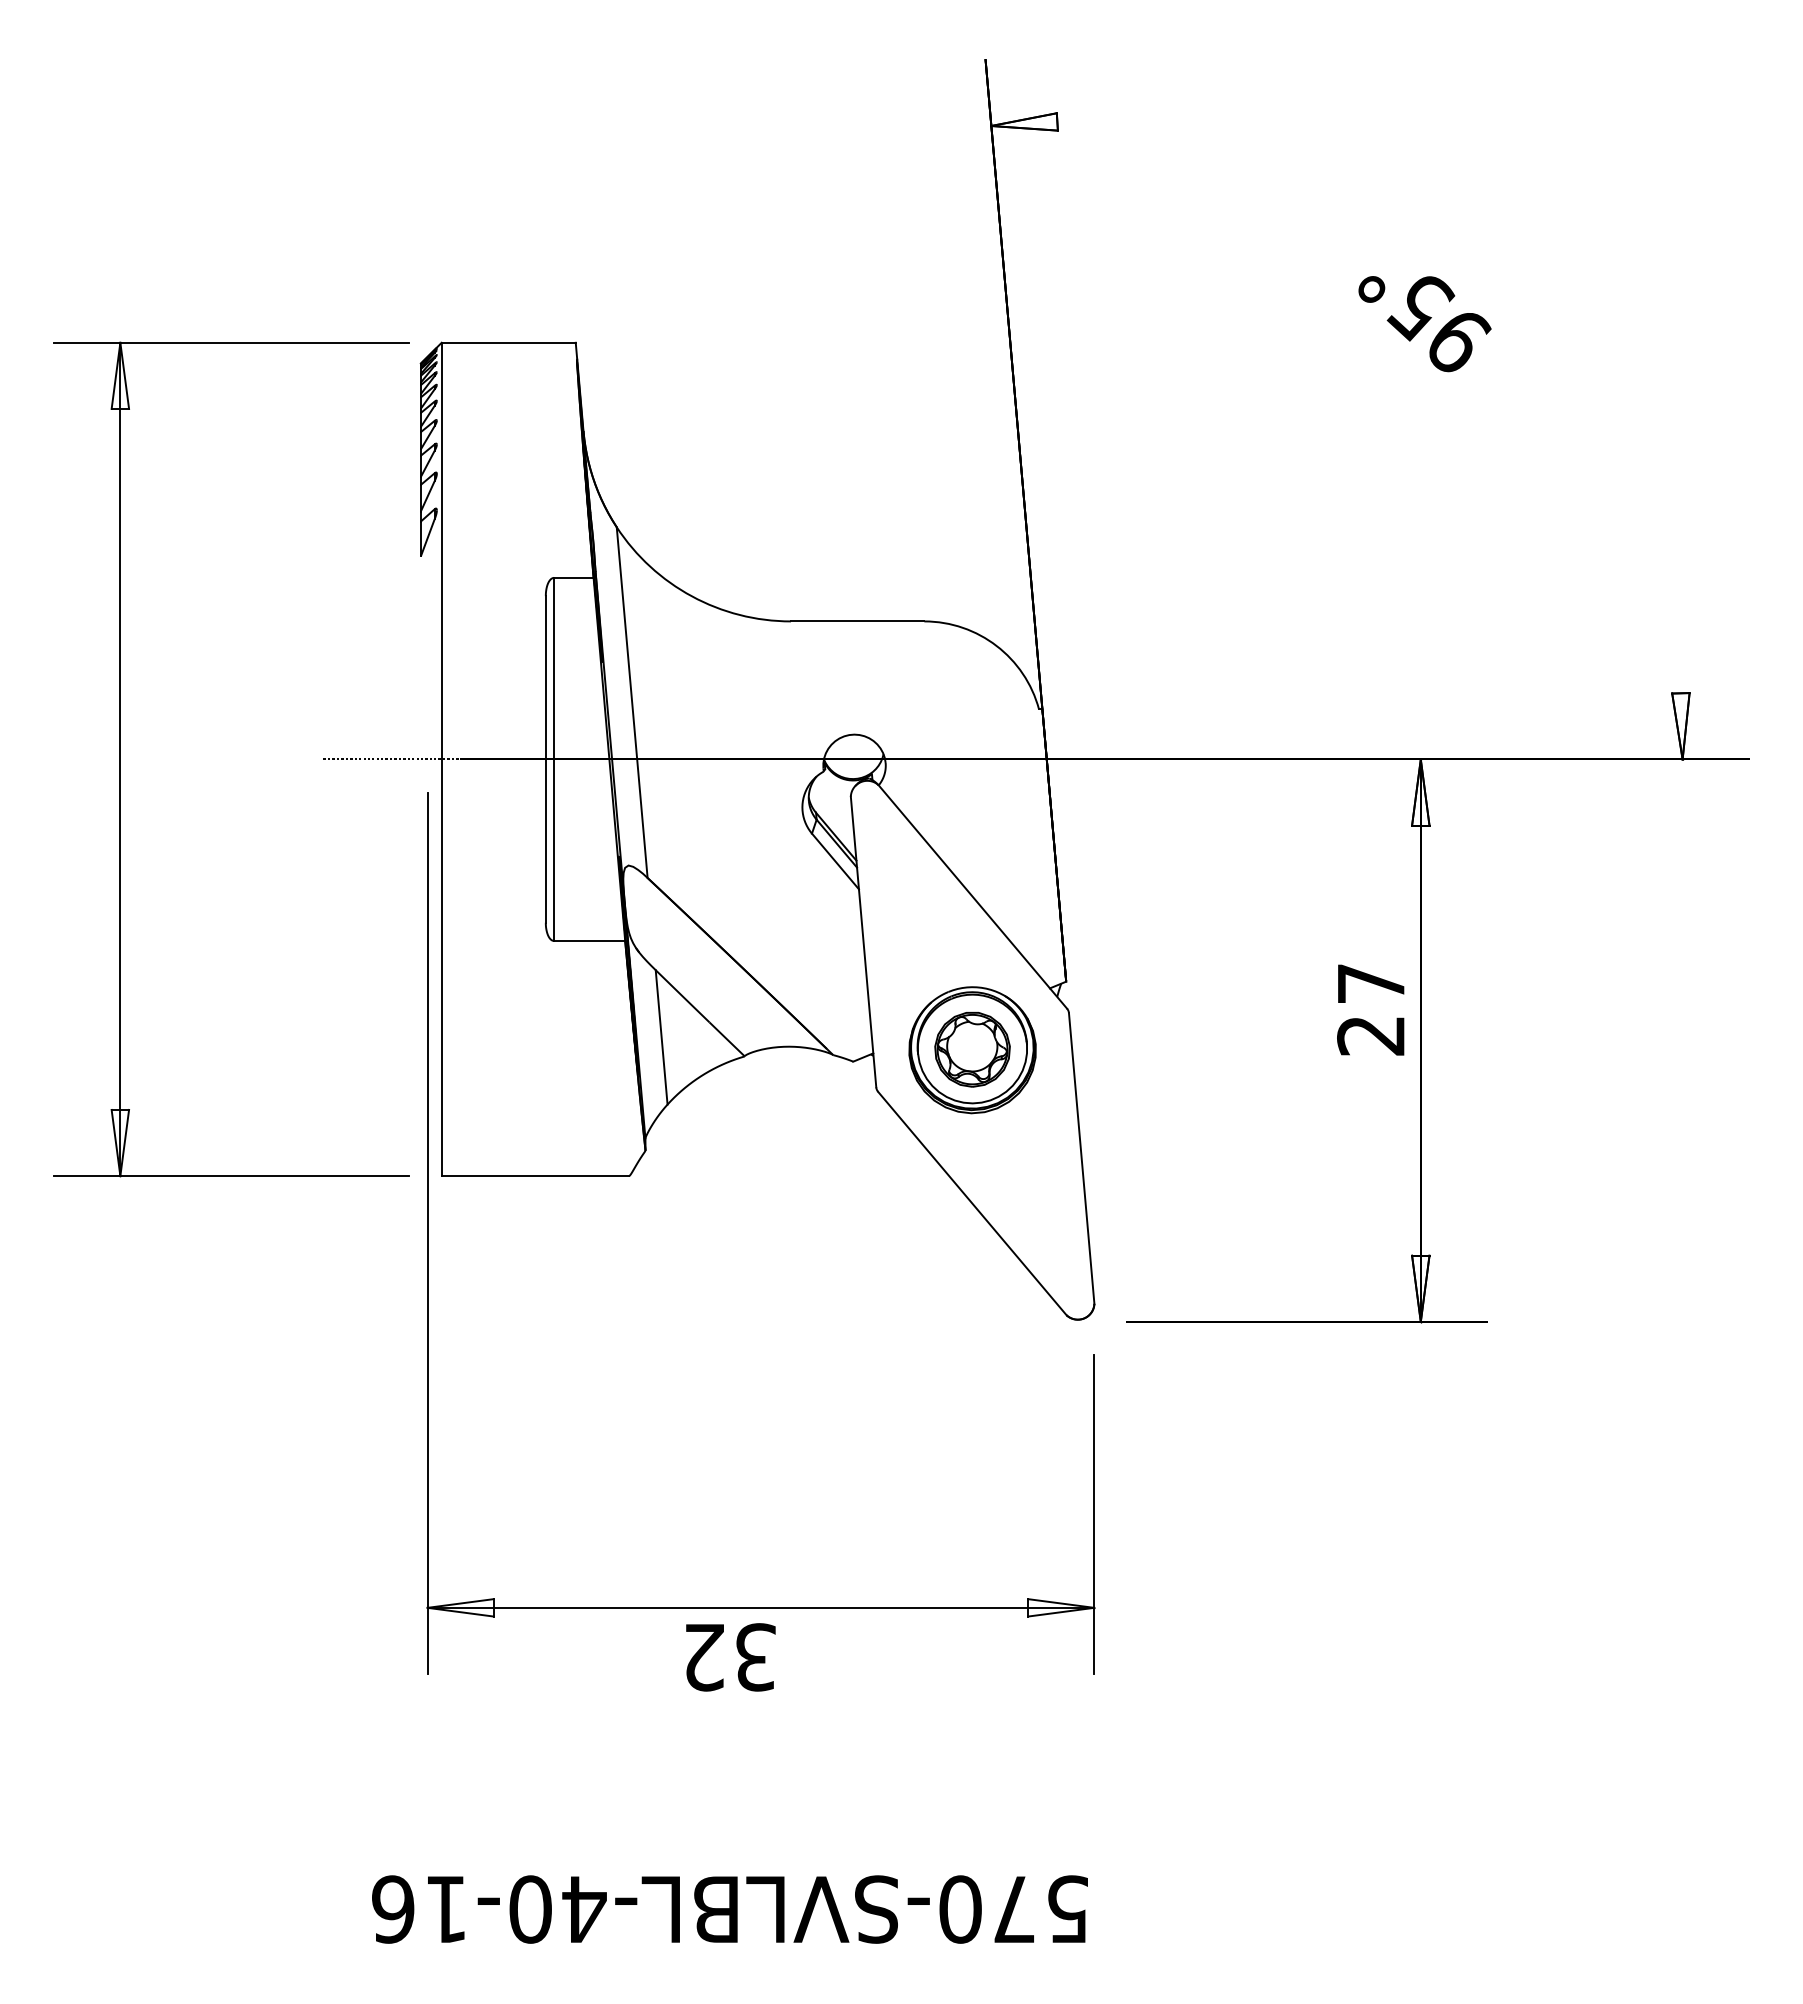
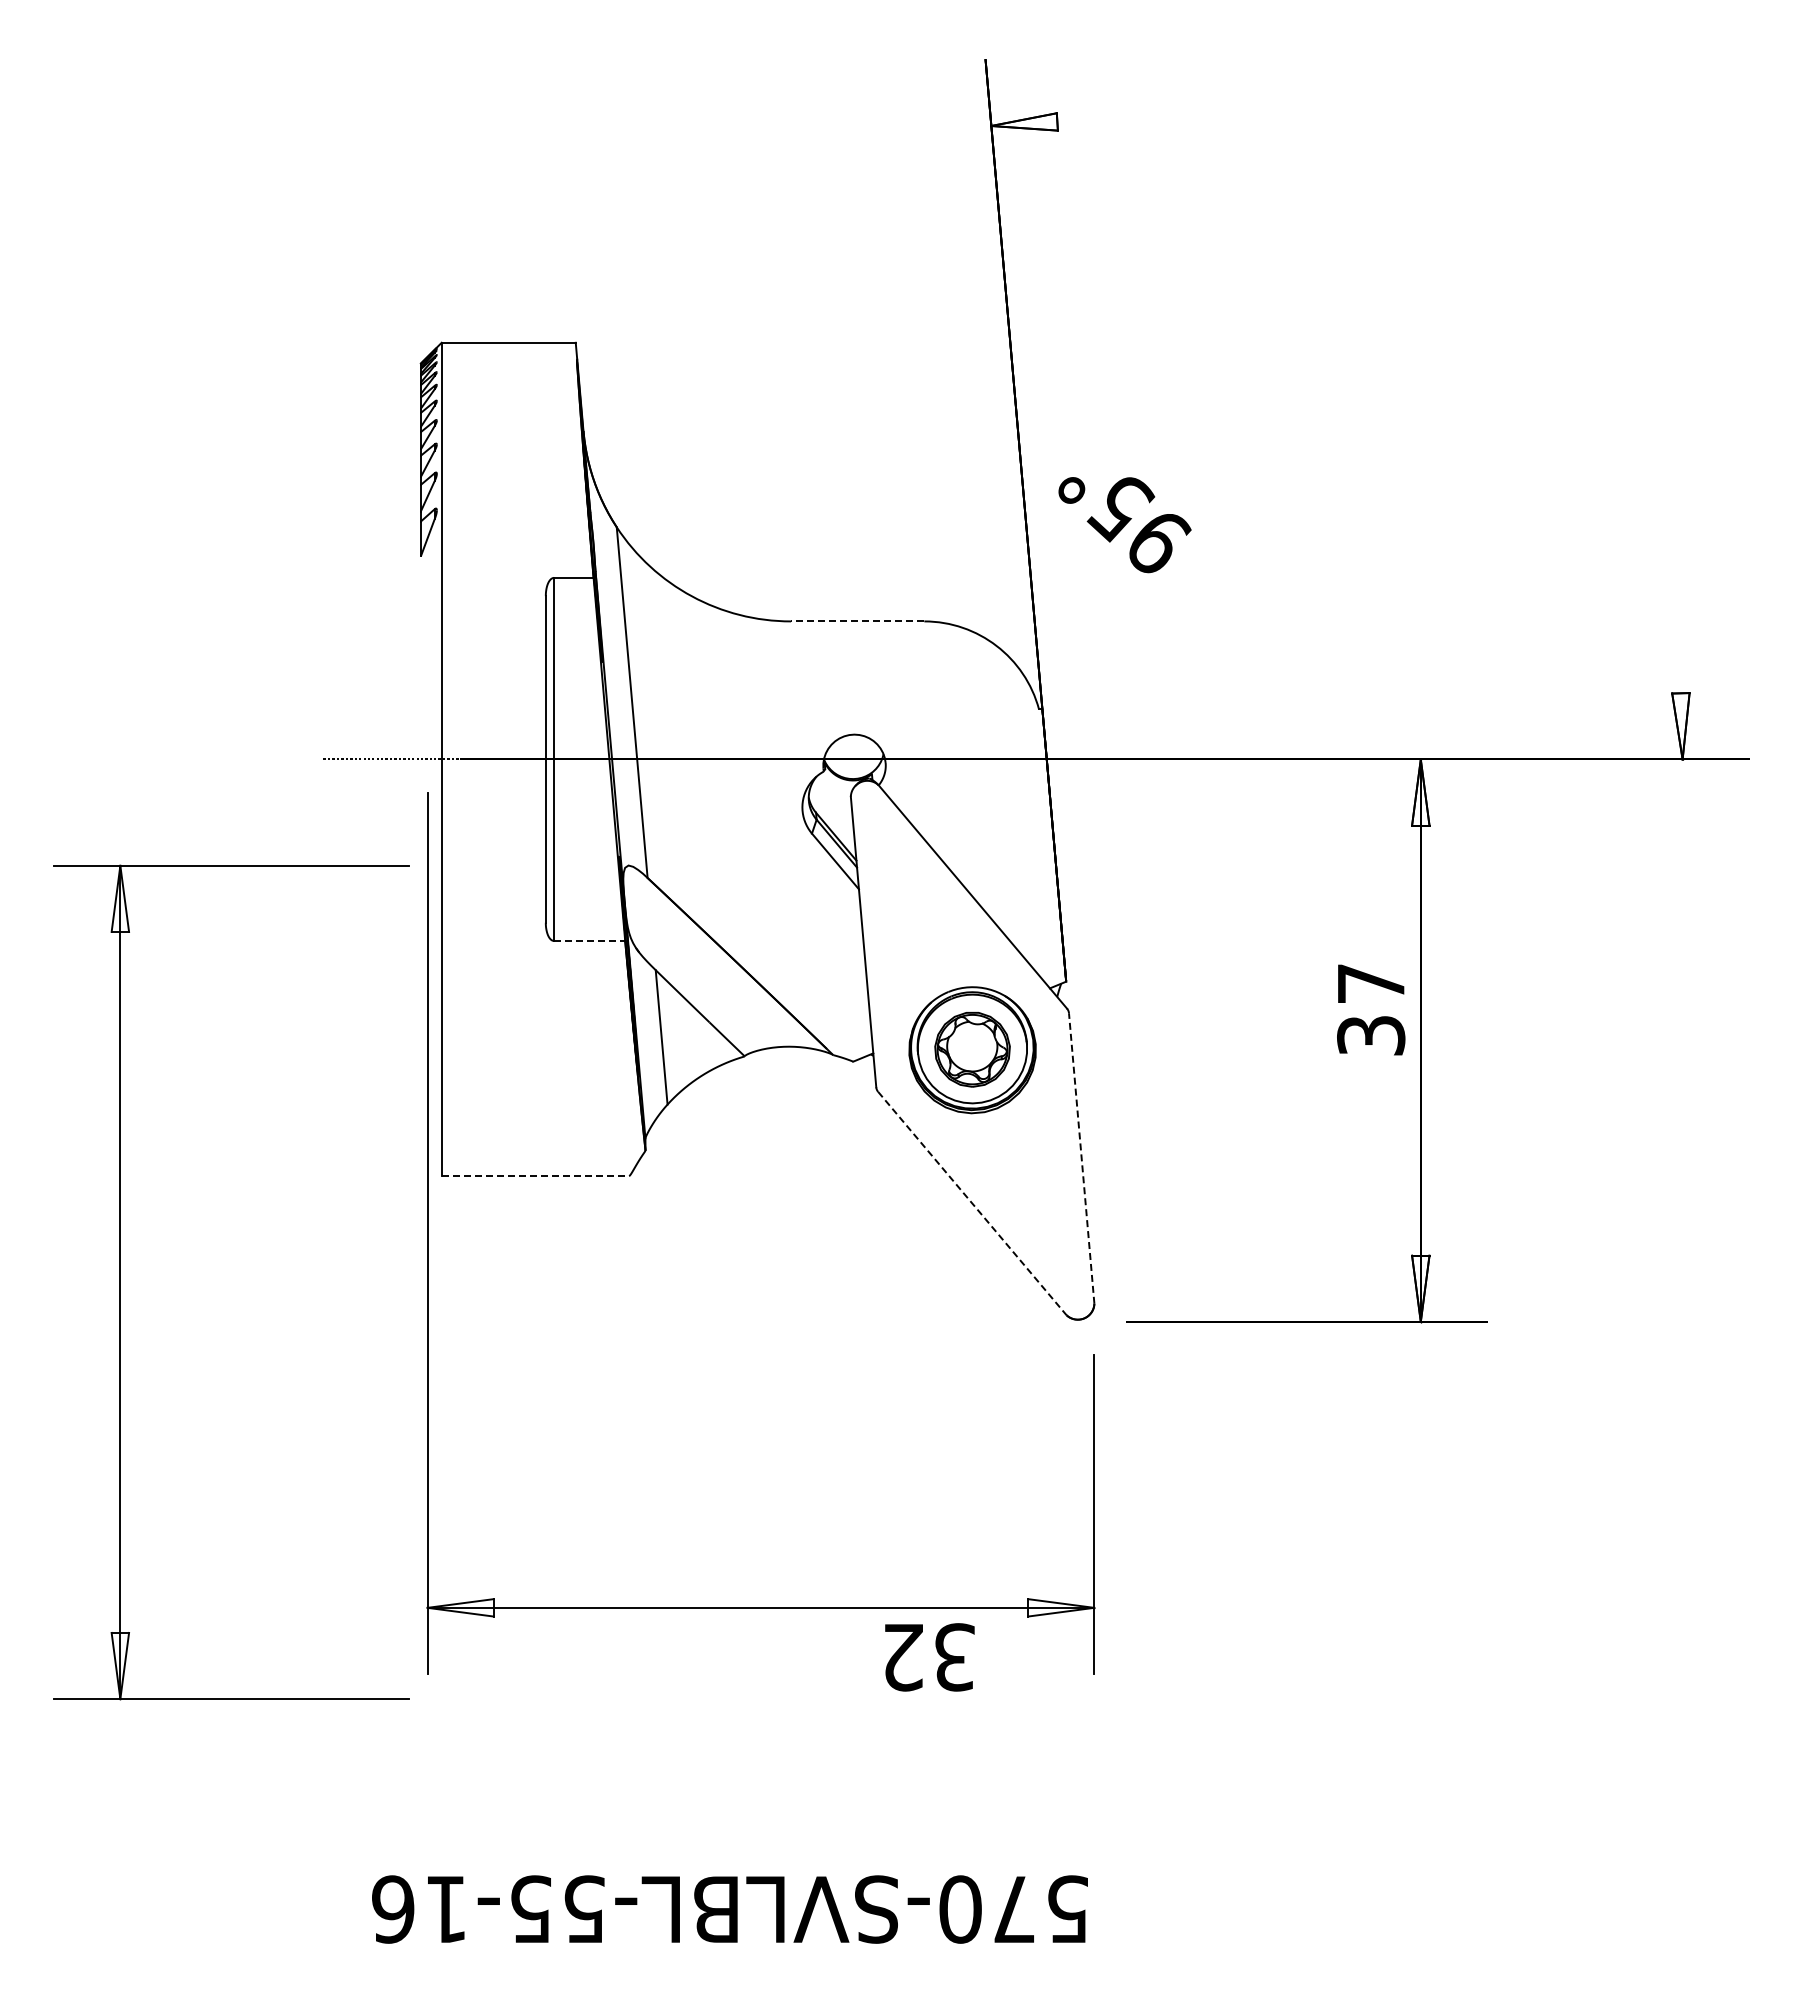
text at (1424, 324) position: (1424, 324) -> (1124, 525)
line at (857, 621): solid -> dashed
part at (120, 759) position: (120, 759) -> (120, 1282)
line at (589, 941): solid -> dashed
text at (1371, 1035): 27 -> 37
line at (1081, 1158): solid -> dashed
line at (535, 1176): solid -> dashed
line at (972, 1203): solid -> dashed
text at (730, 1657) position: (730, 1657) -> (929, 1657)
text at (557, 1909): 570-SVLBL-40-16 -> 570-SVLBL-55-16
